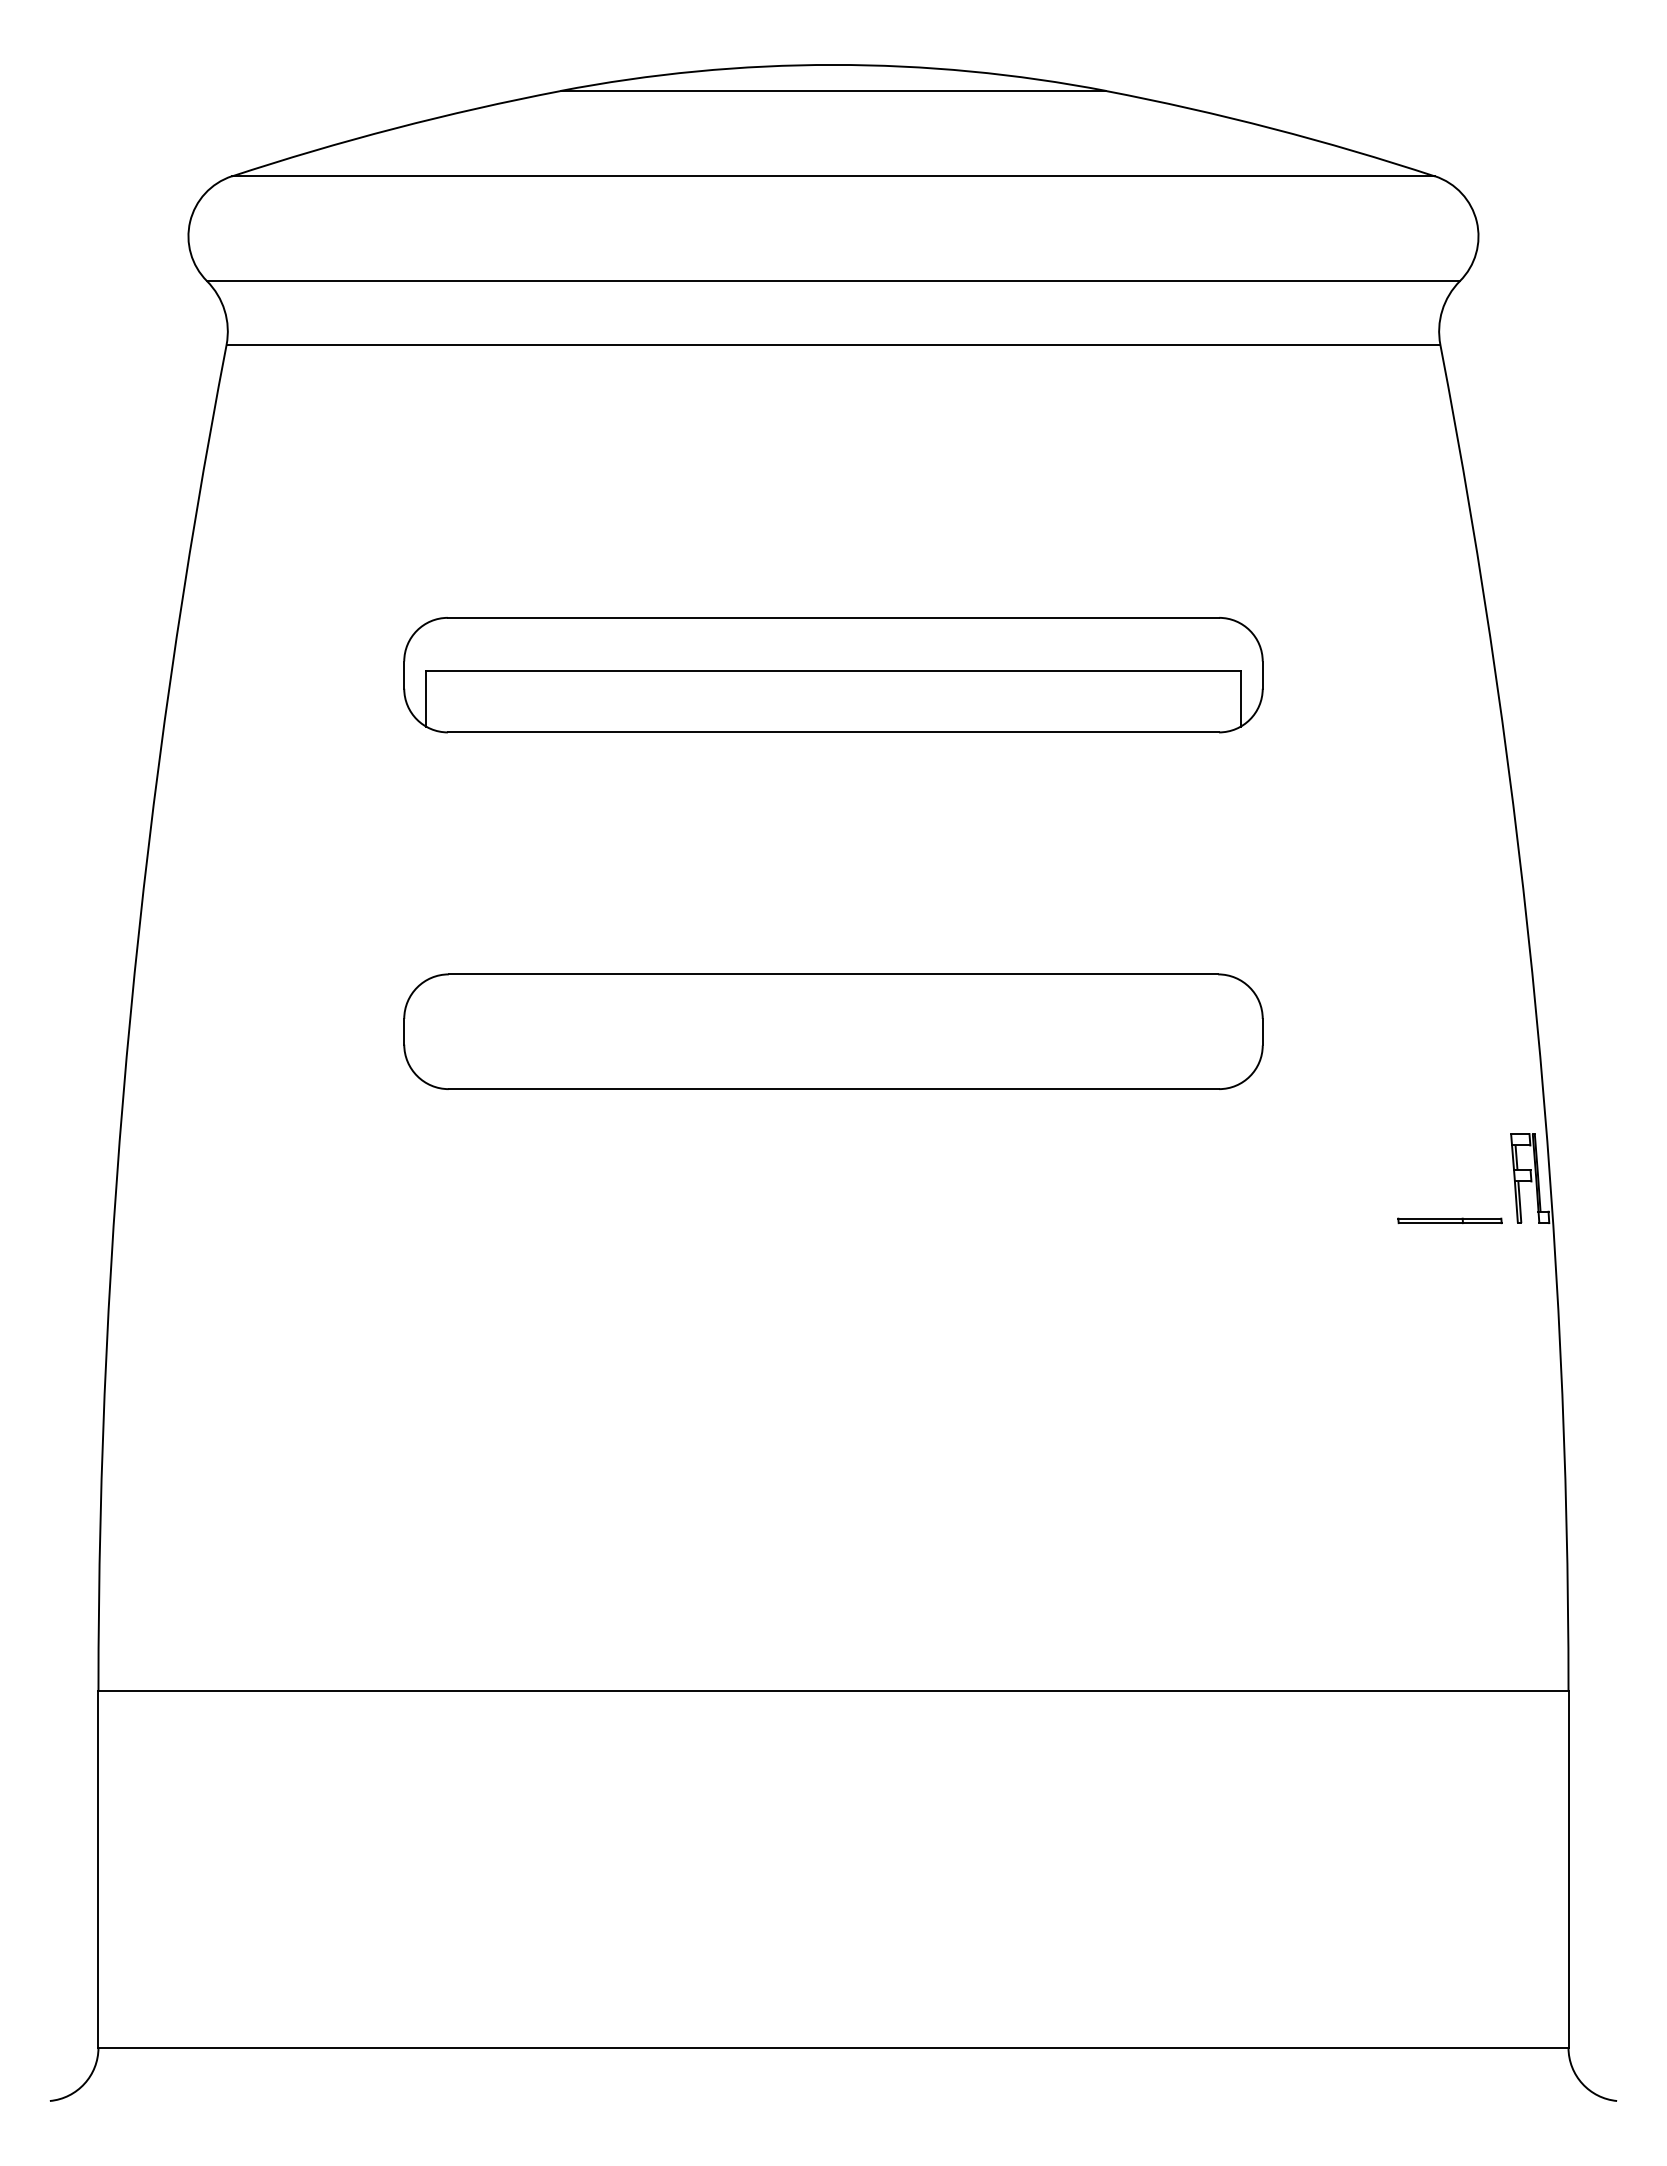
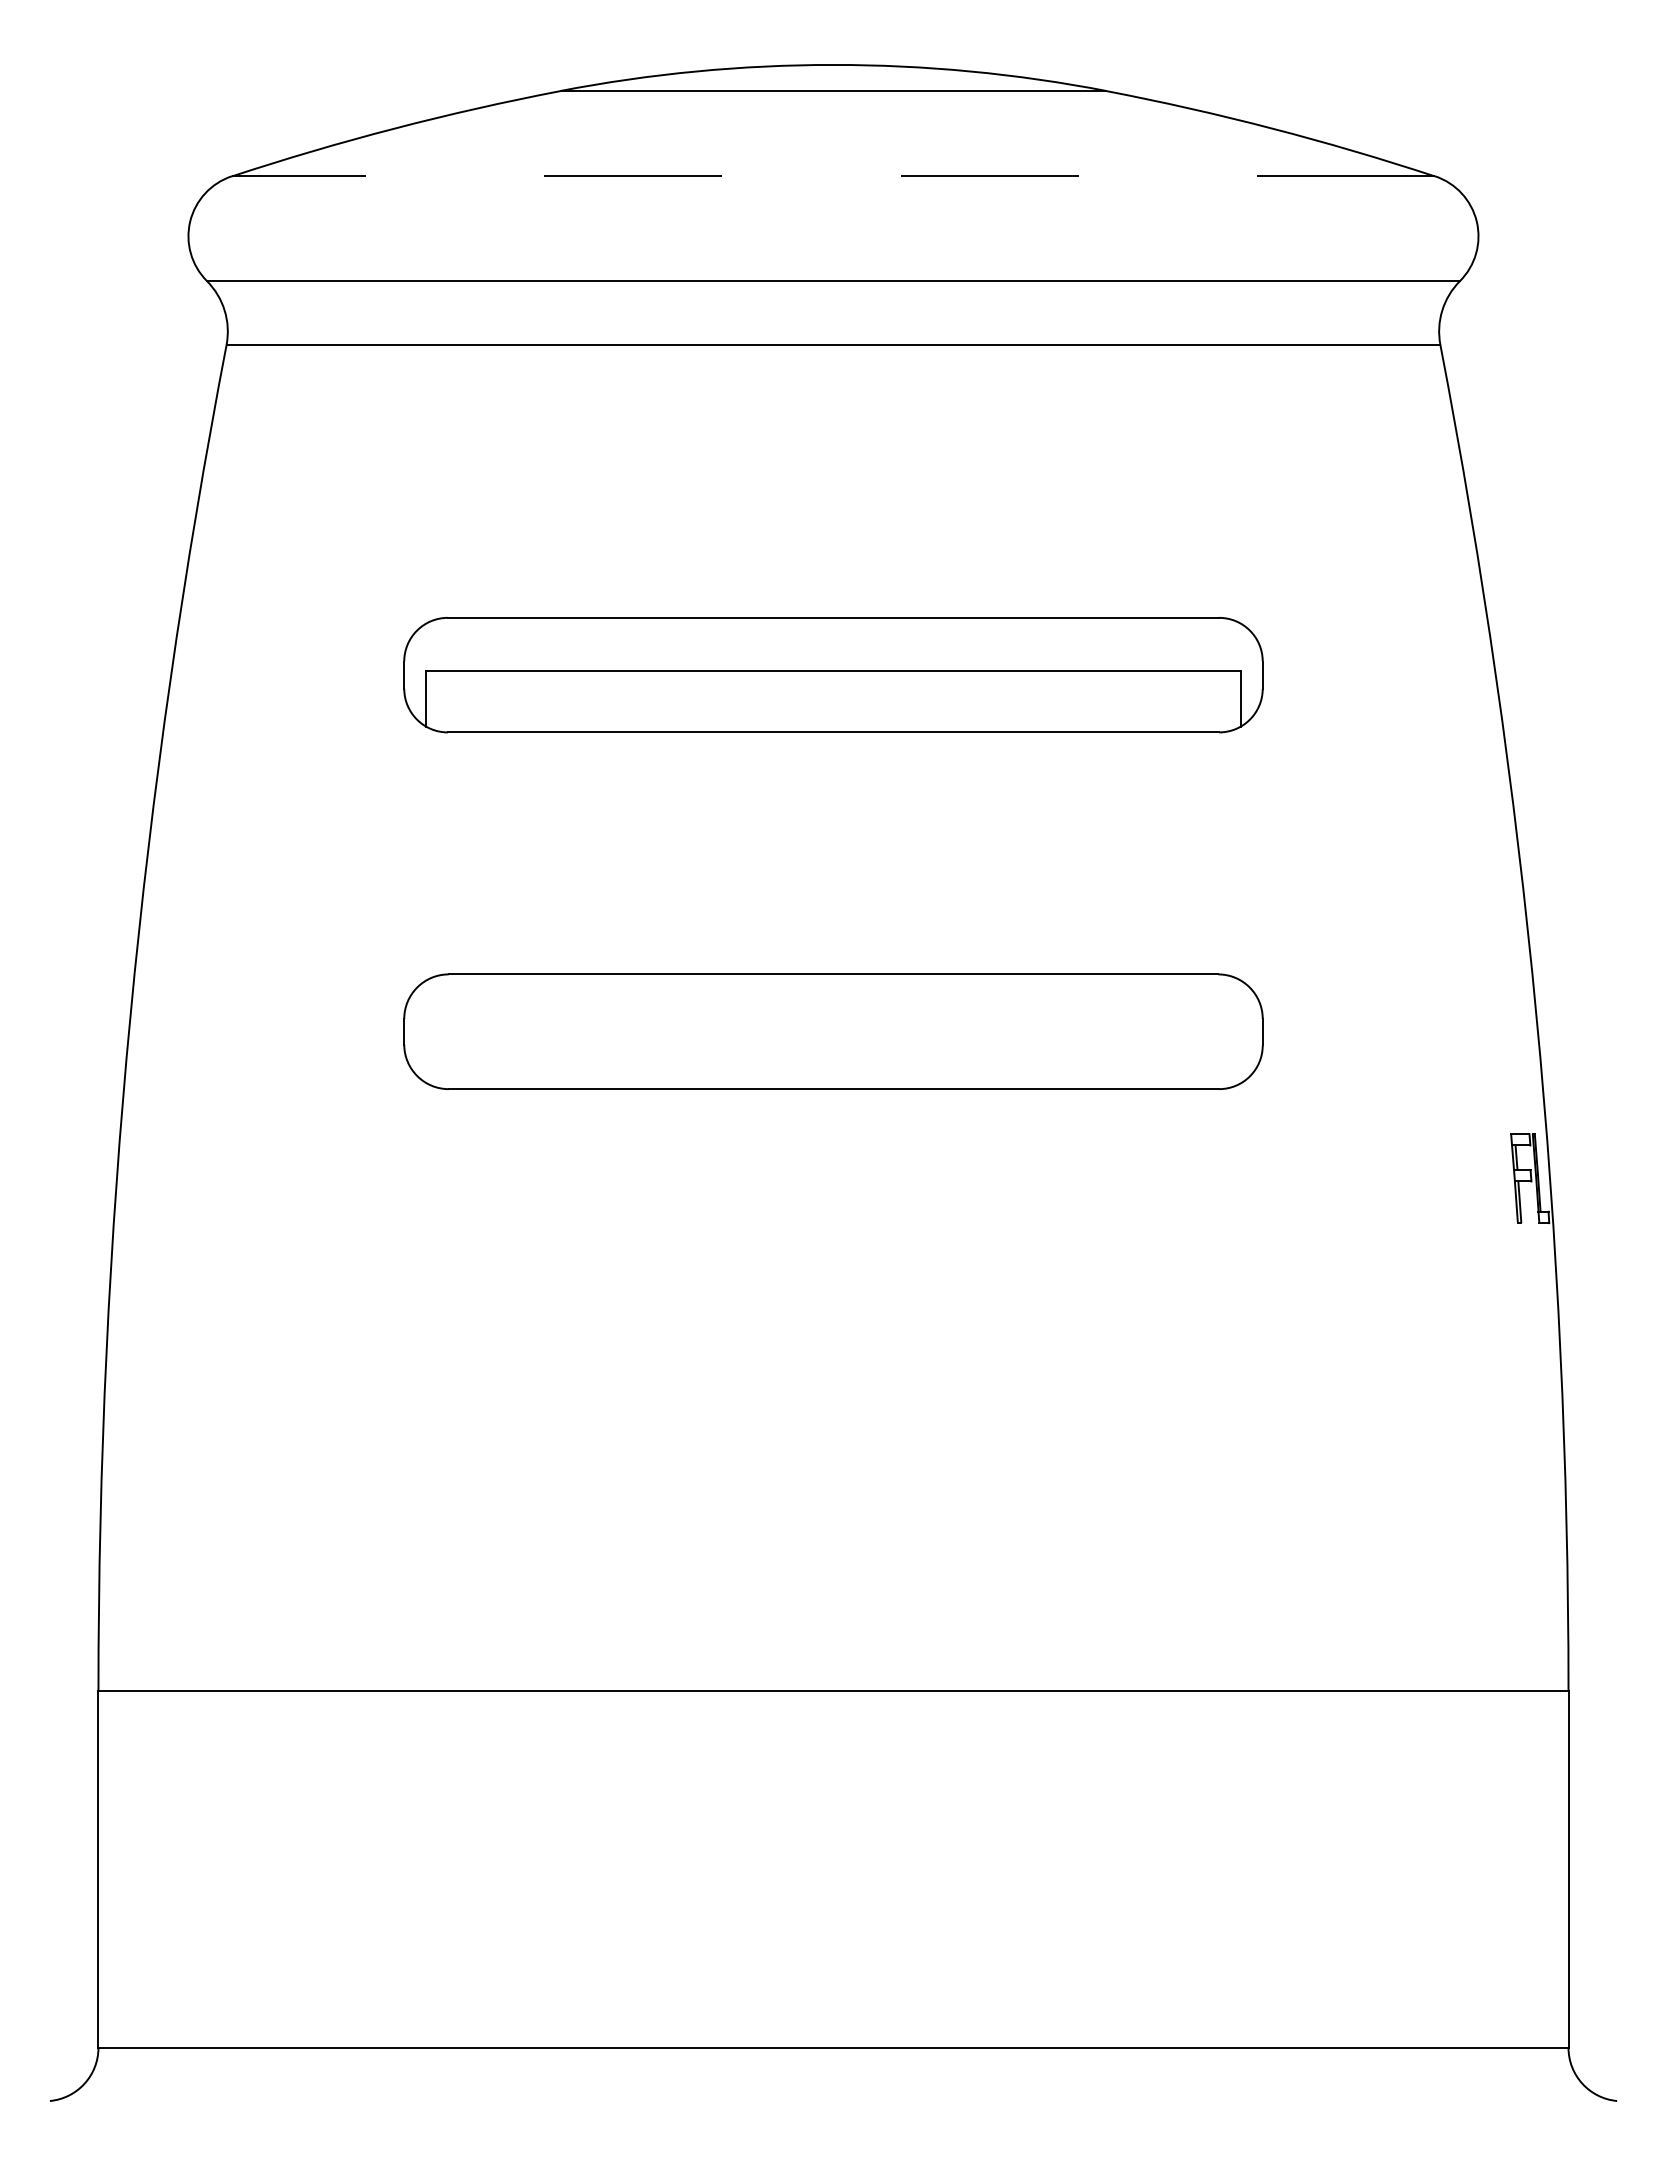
line at (833, 176): solid -> dashed
part at (1449, 1220): present -> none
